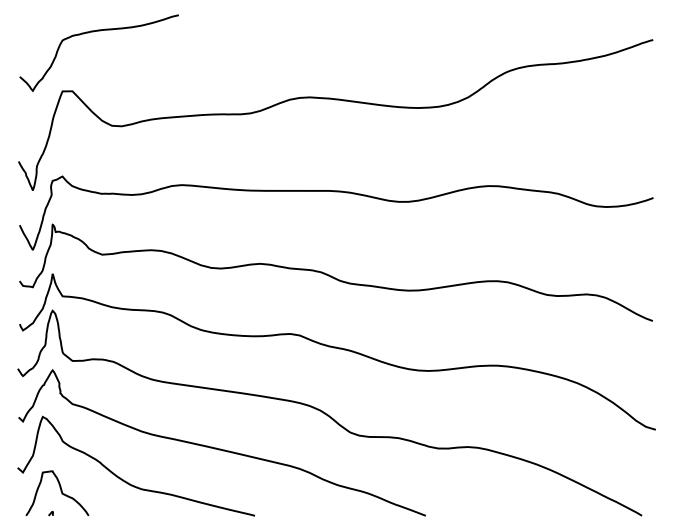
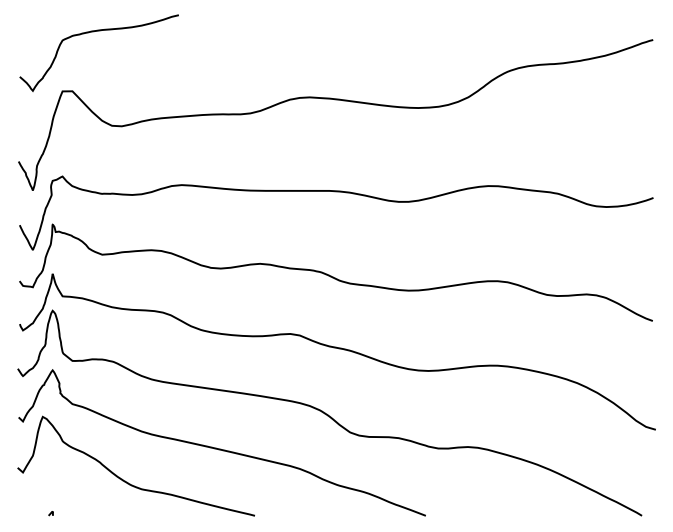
curve at (60, 491): present -> none
